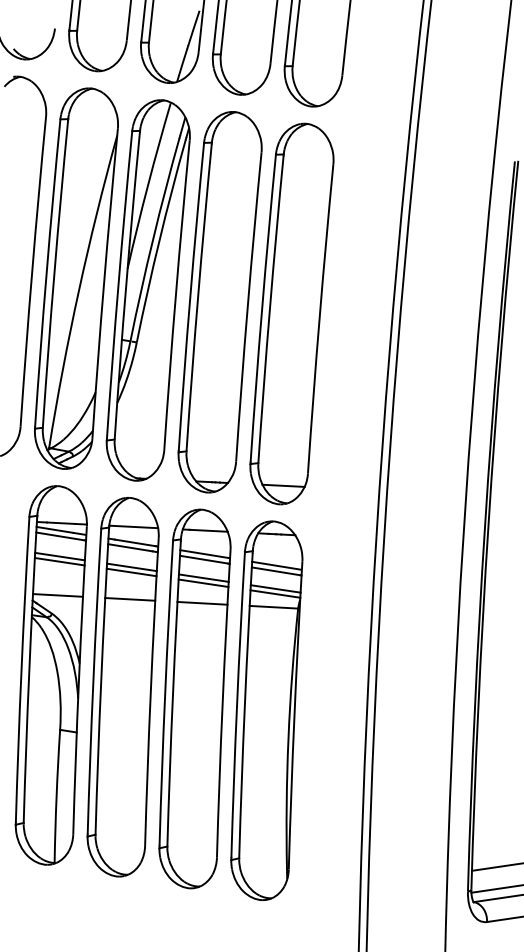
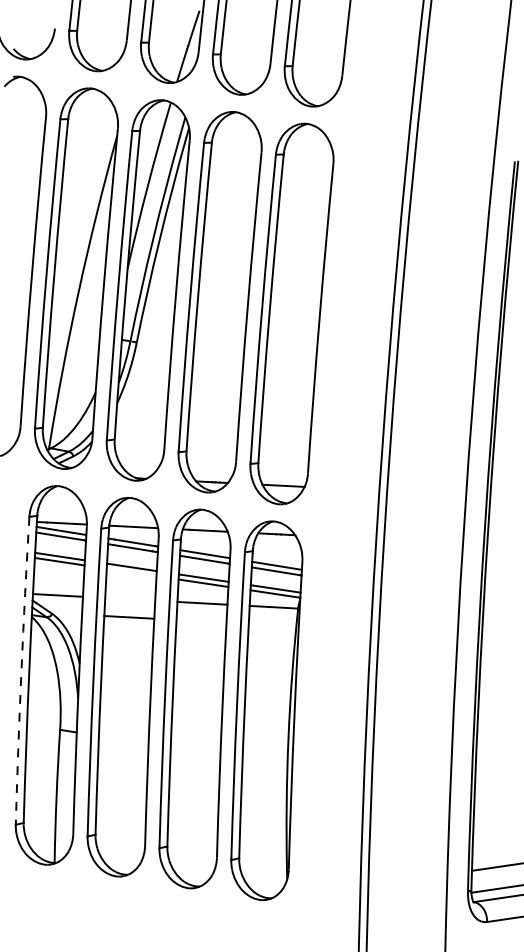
line at (131, 572): present -> none
line at (130, 599) position: (130, 599) -> (129, 617)
arc at (21, 669): solid -> dashed
